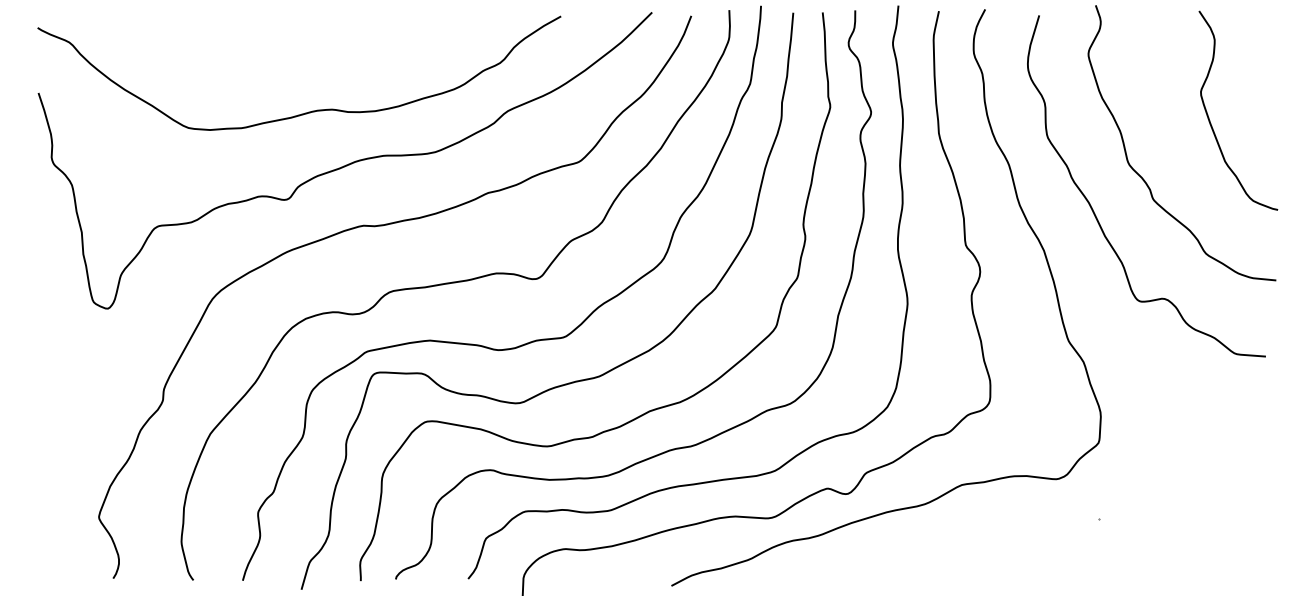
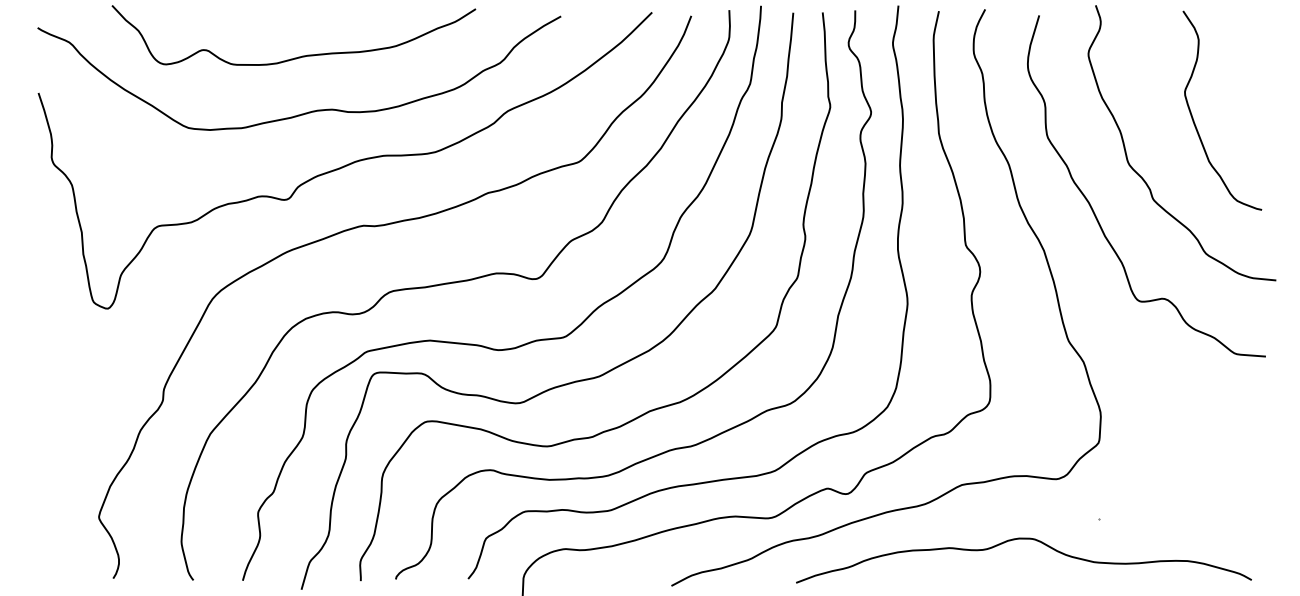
curve at (298, 56): none -> present
curve at (1210, 120) position: (1210, 120) -> (1194, 120)
curve at (1023, 539): none -> present
